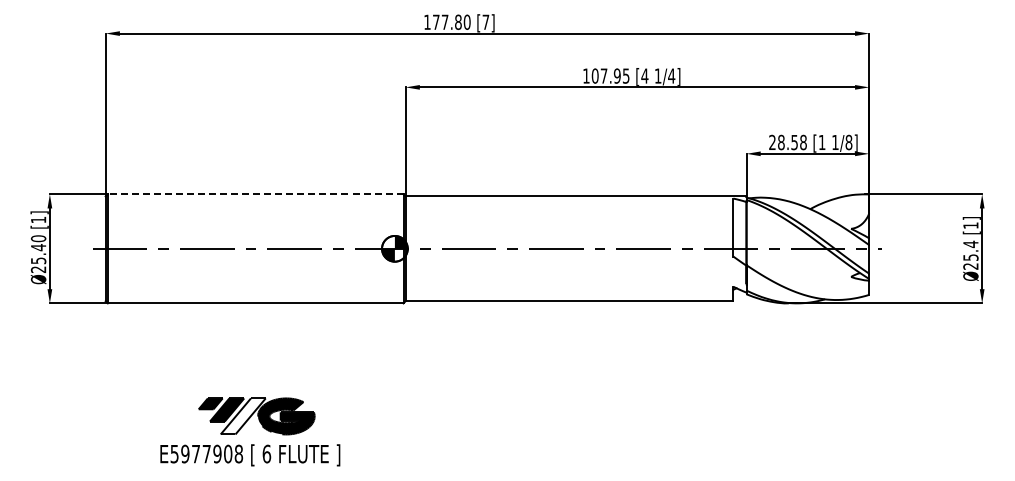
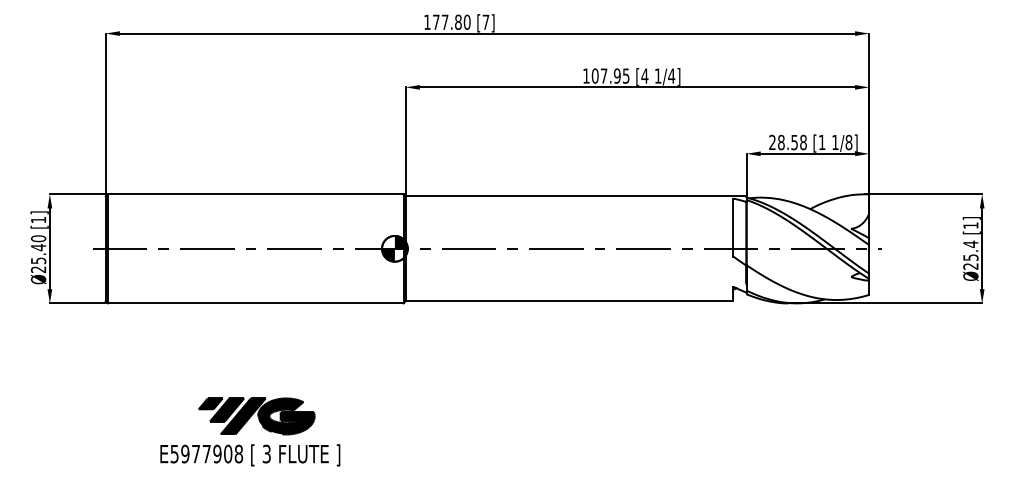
line at (255, 194): dashed -> solid
fill at (242, 416): none -> present
text at (266, 453): 6 -> 3
